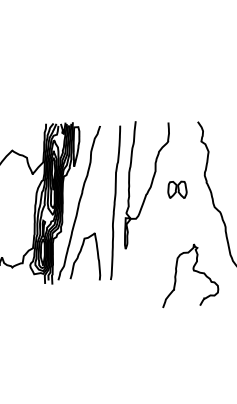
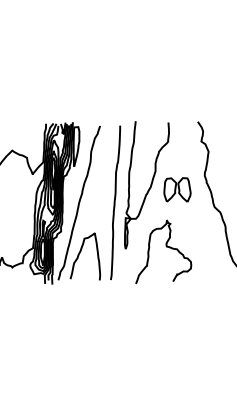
part at (177, 189) size: 21x19 px -> 29x26 px
curve at (193, 271) position: (193, 271) -> (166, 247)
